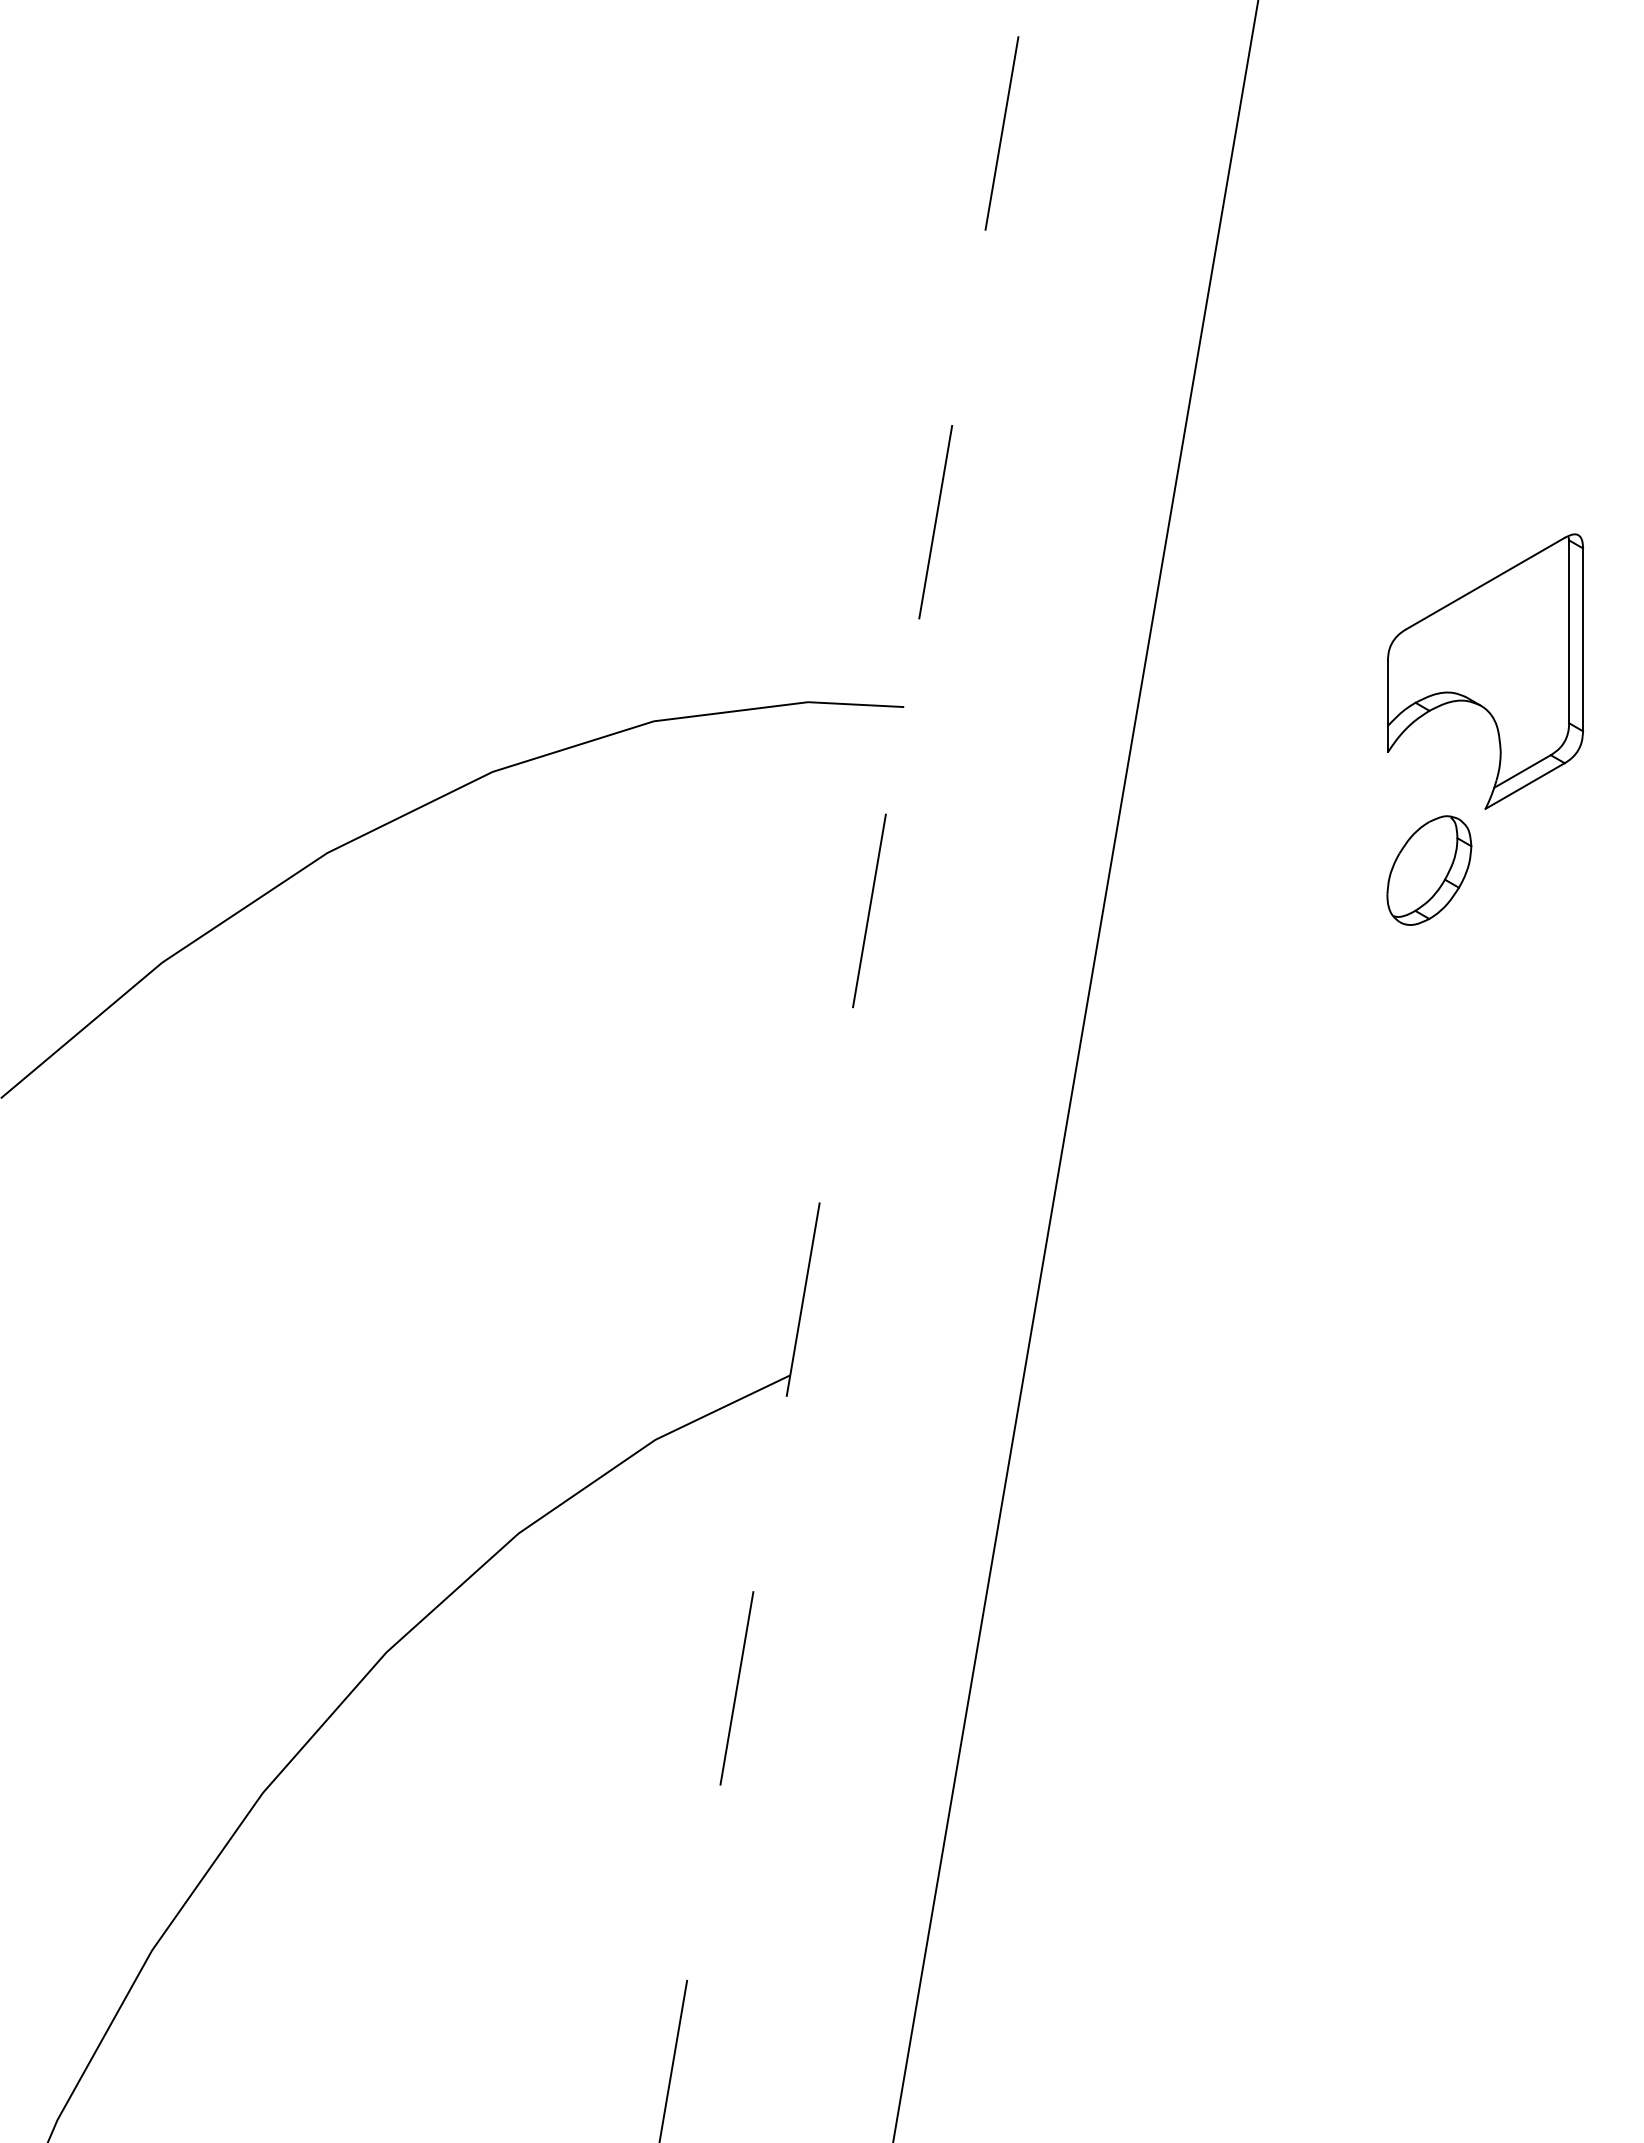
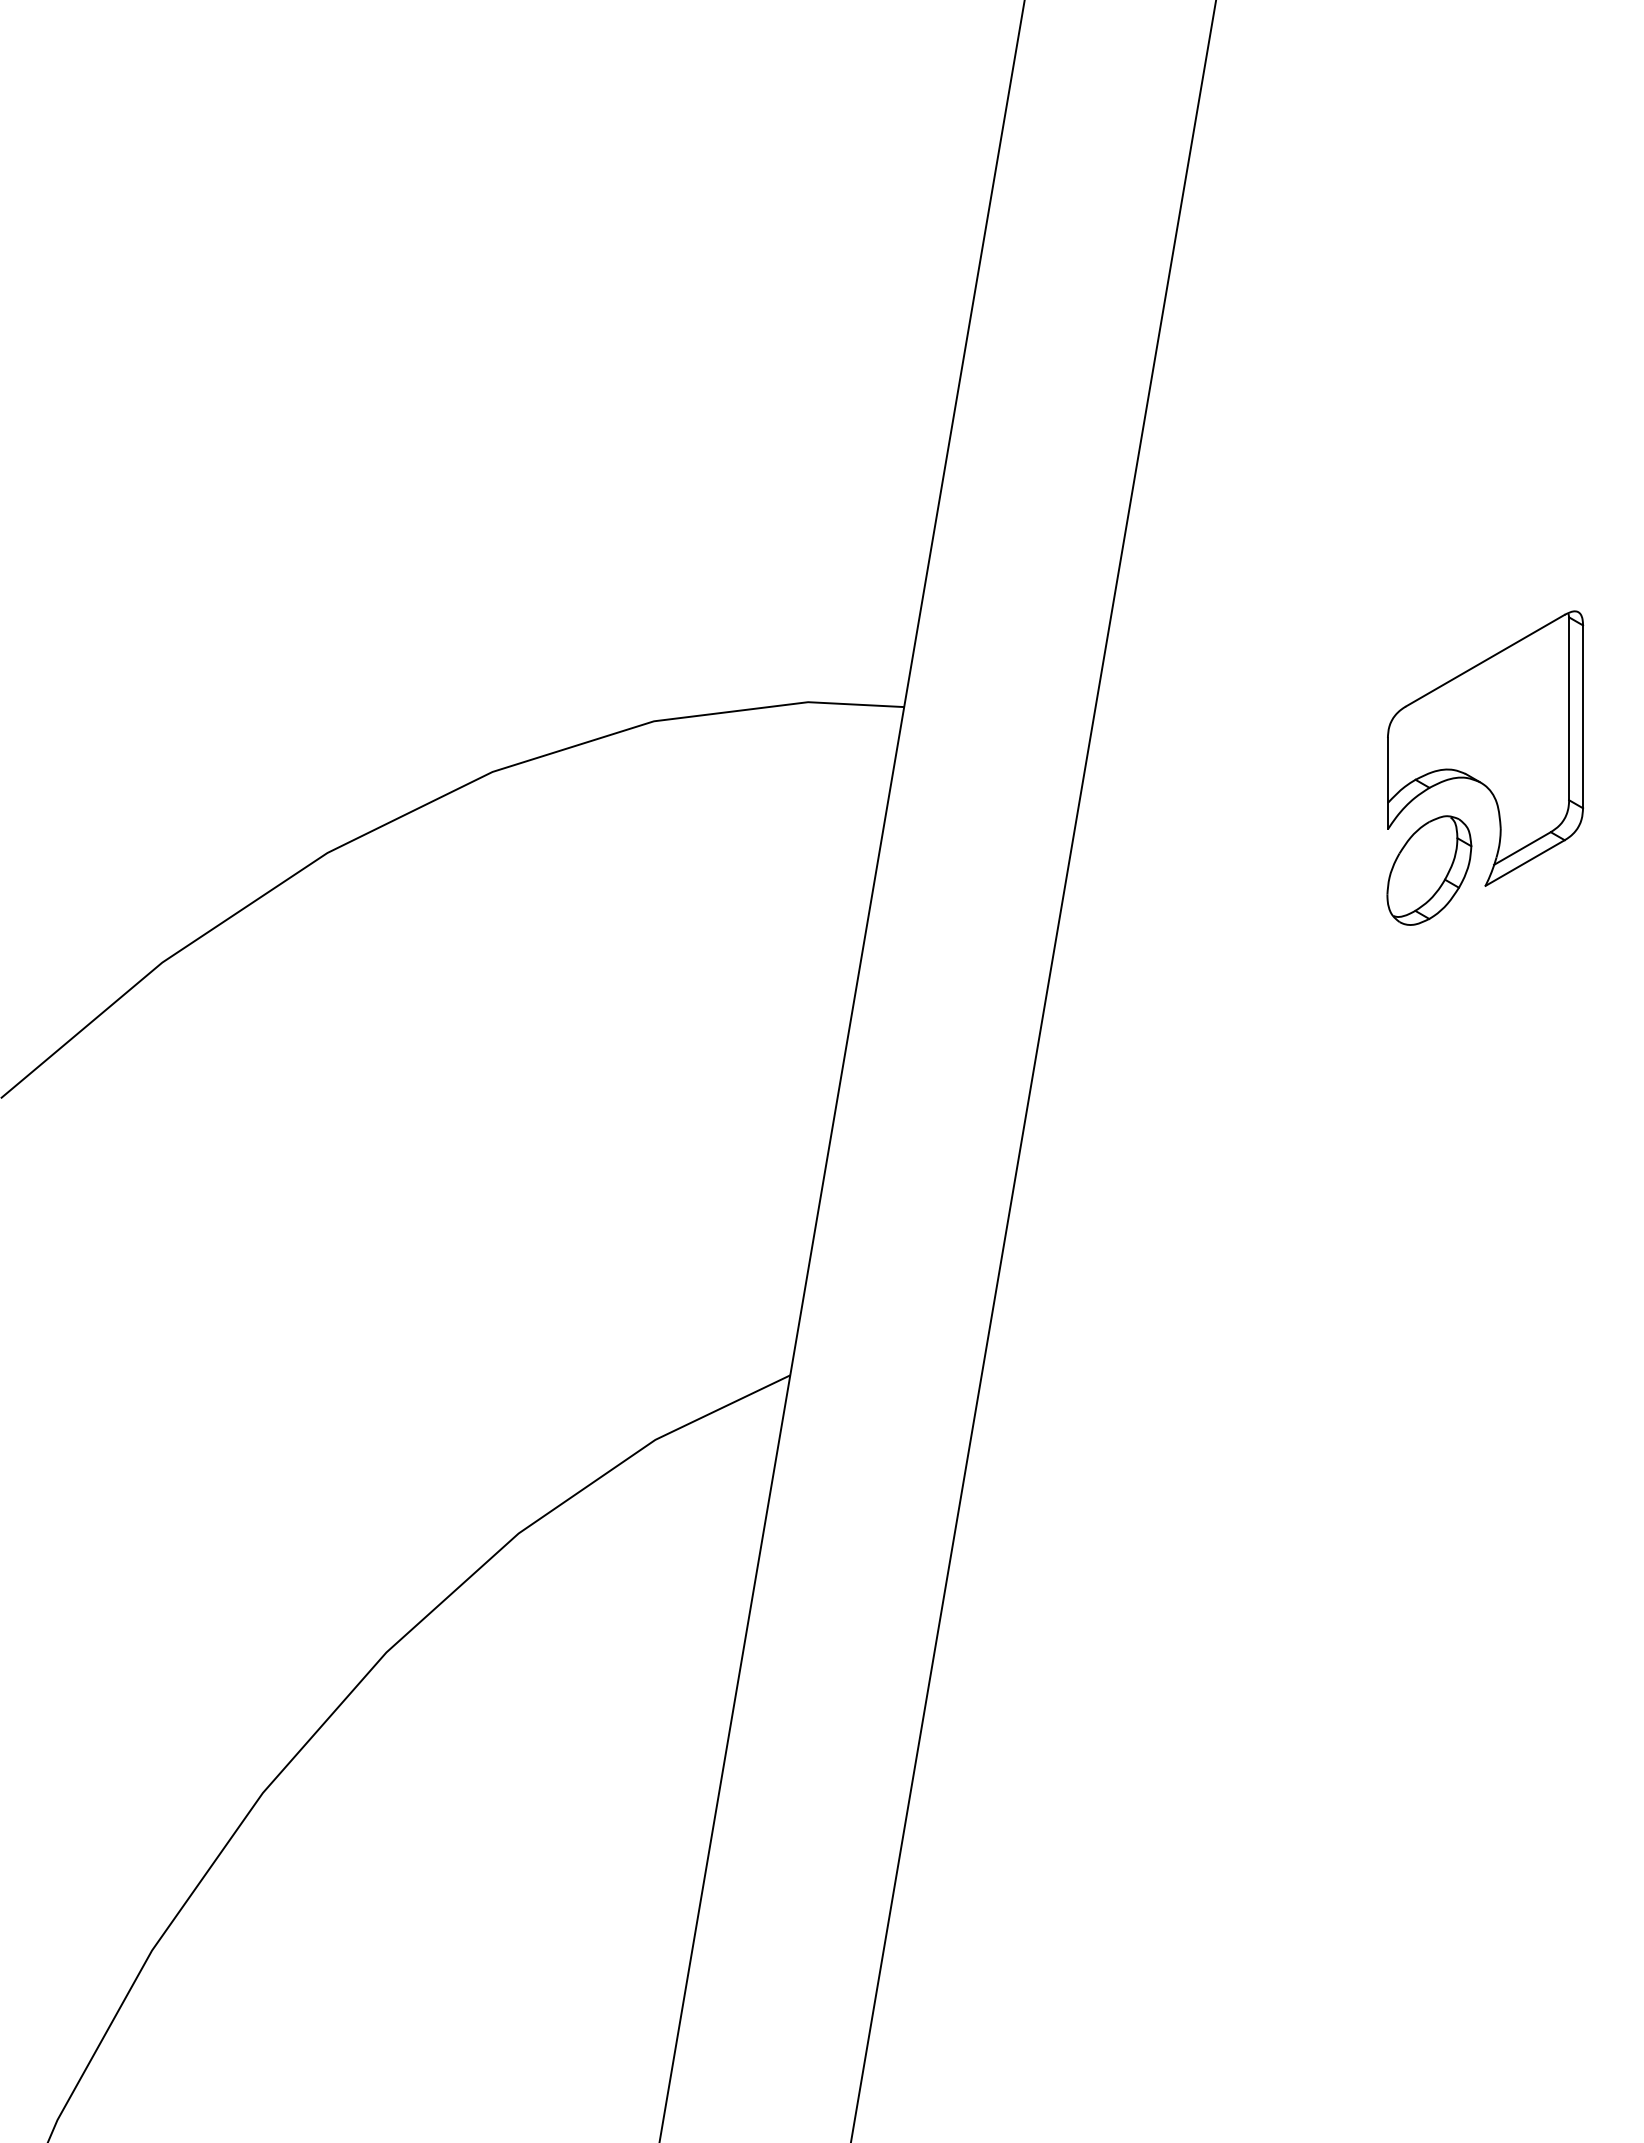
part at (1485, 671) position: (1485, 671) -> (1485, 748)
line at (1075, 1070) position: (1075, 1070) -> (1033, 1070)
line at (842, 1071): dashed -> solid
